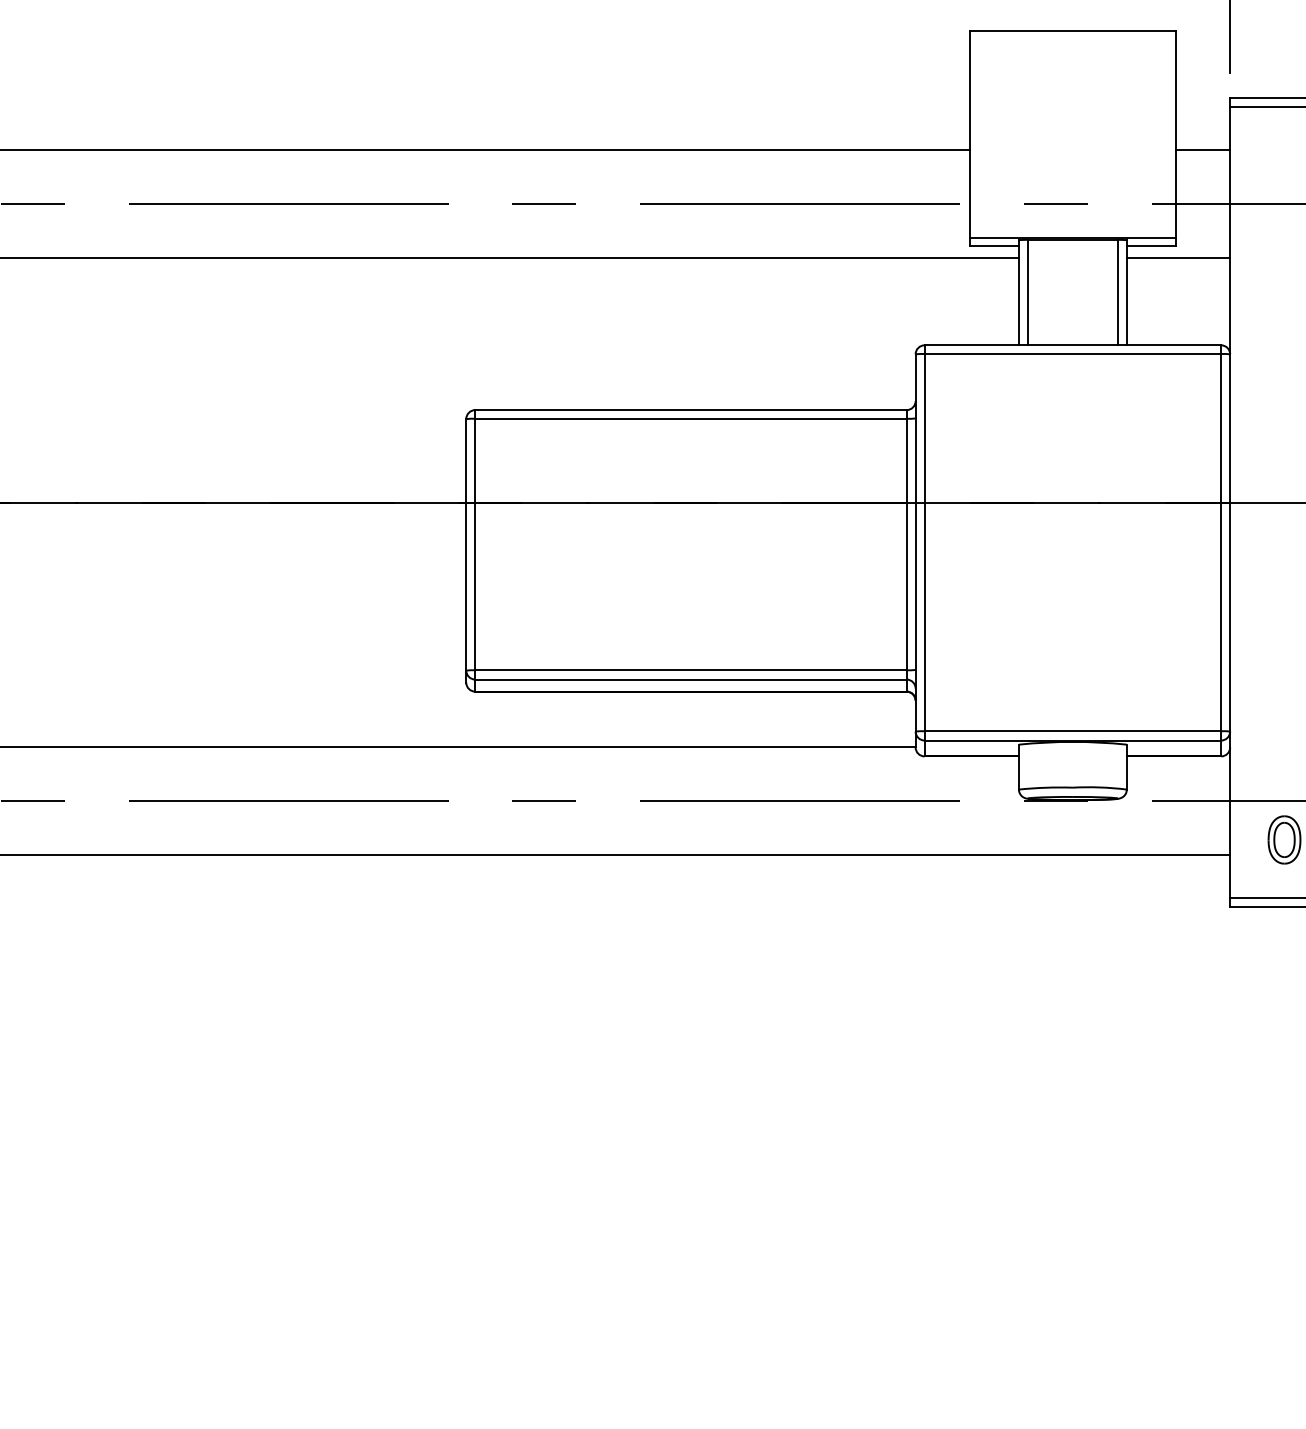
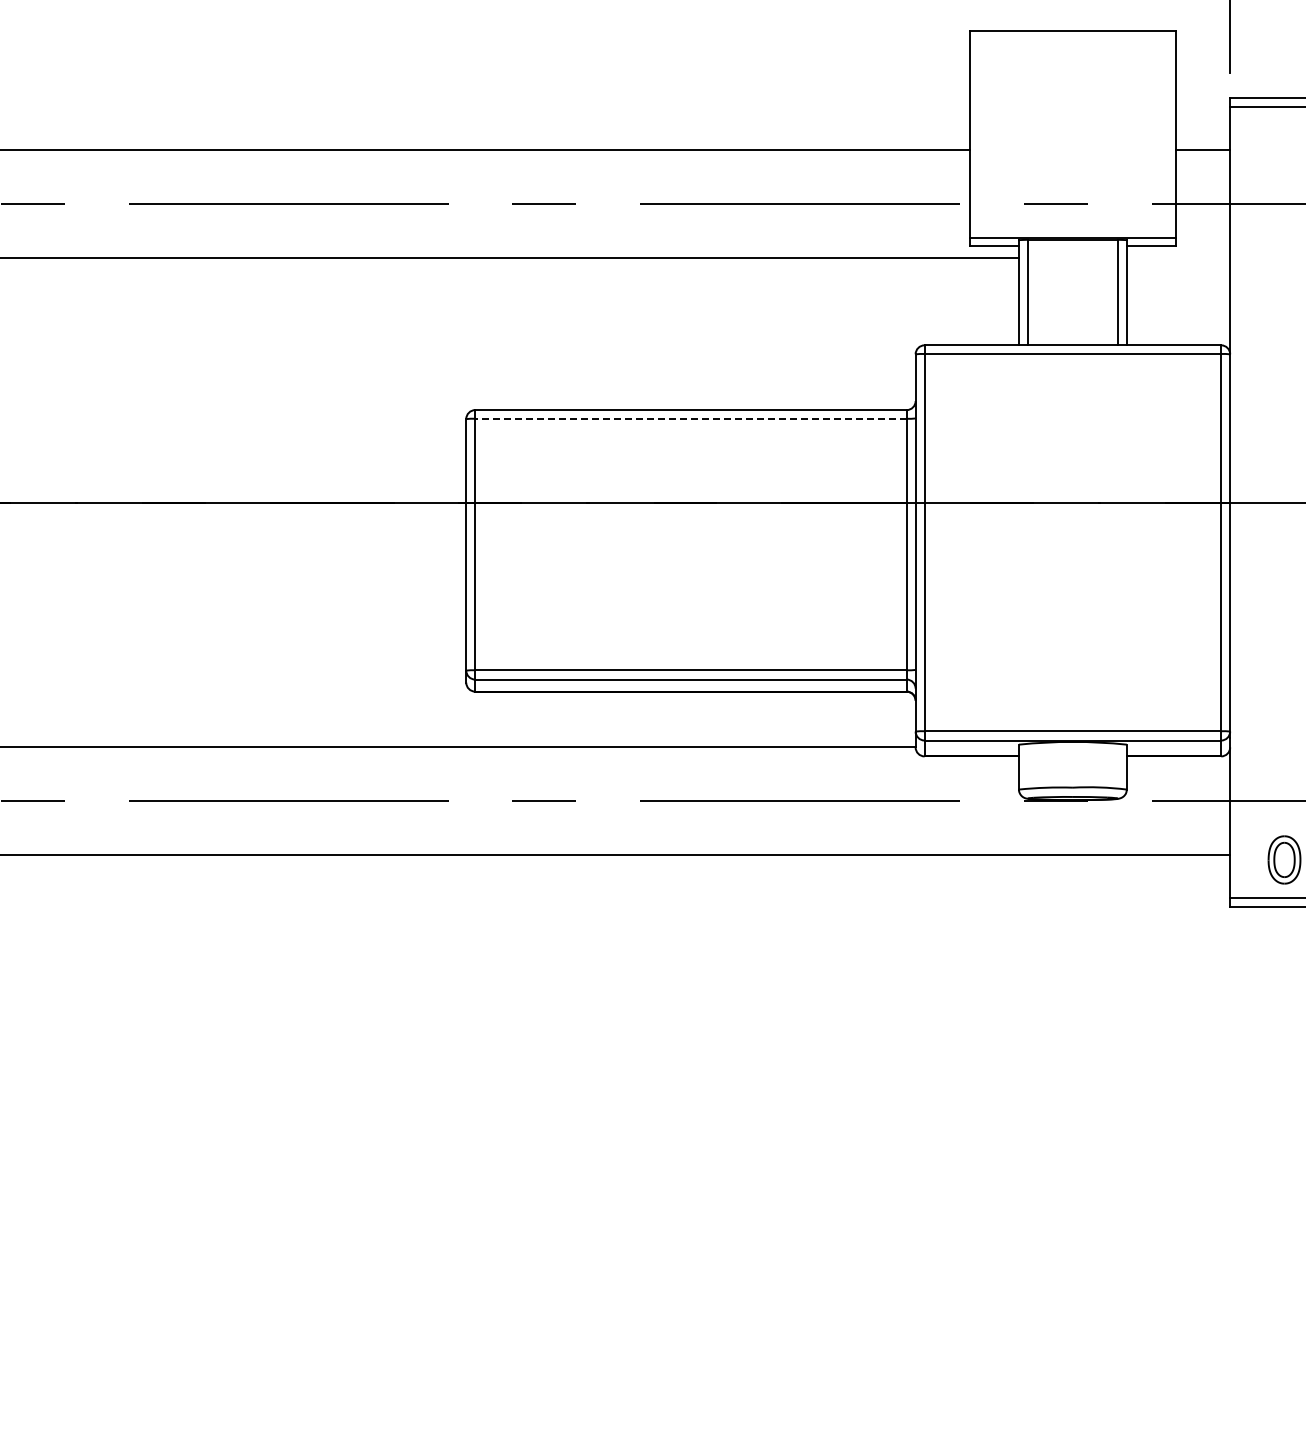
line at (1178, 258): present -> none
line at (690, 418): solid -> dashed
part at (1284, 839) position: (1284, 839) -> (1284, 859)
